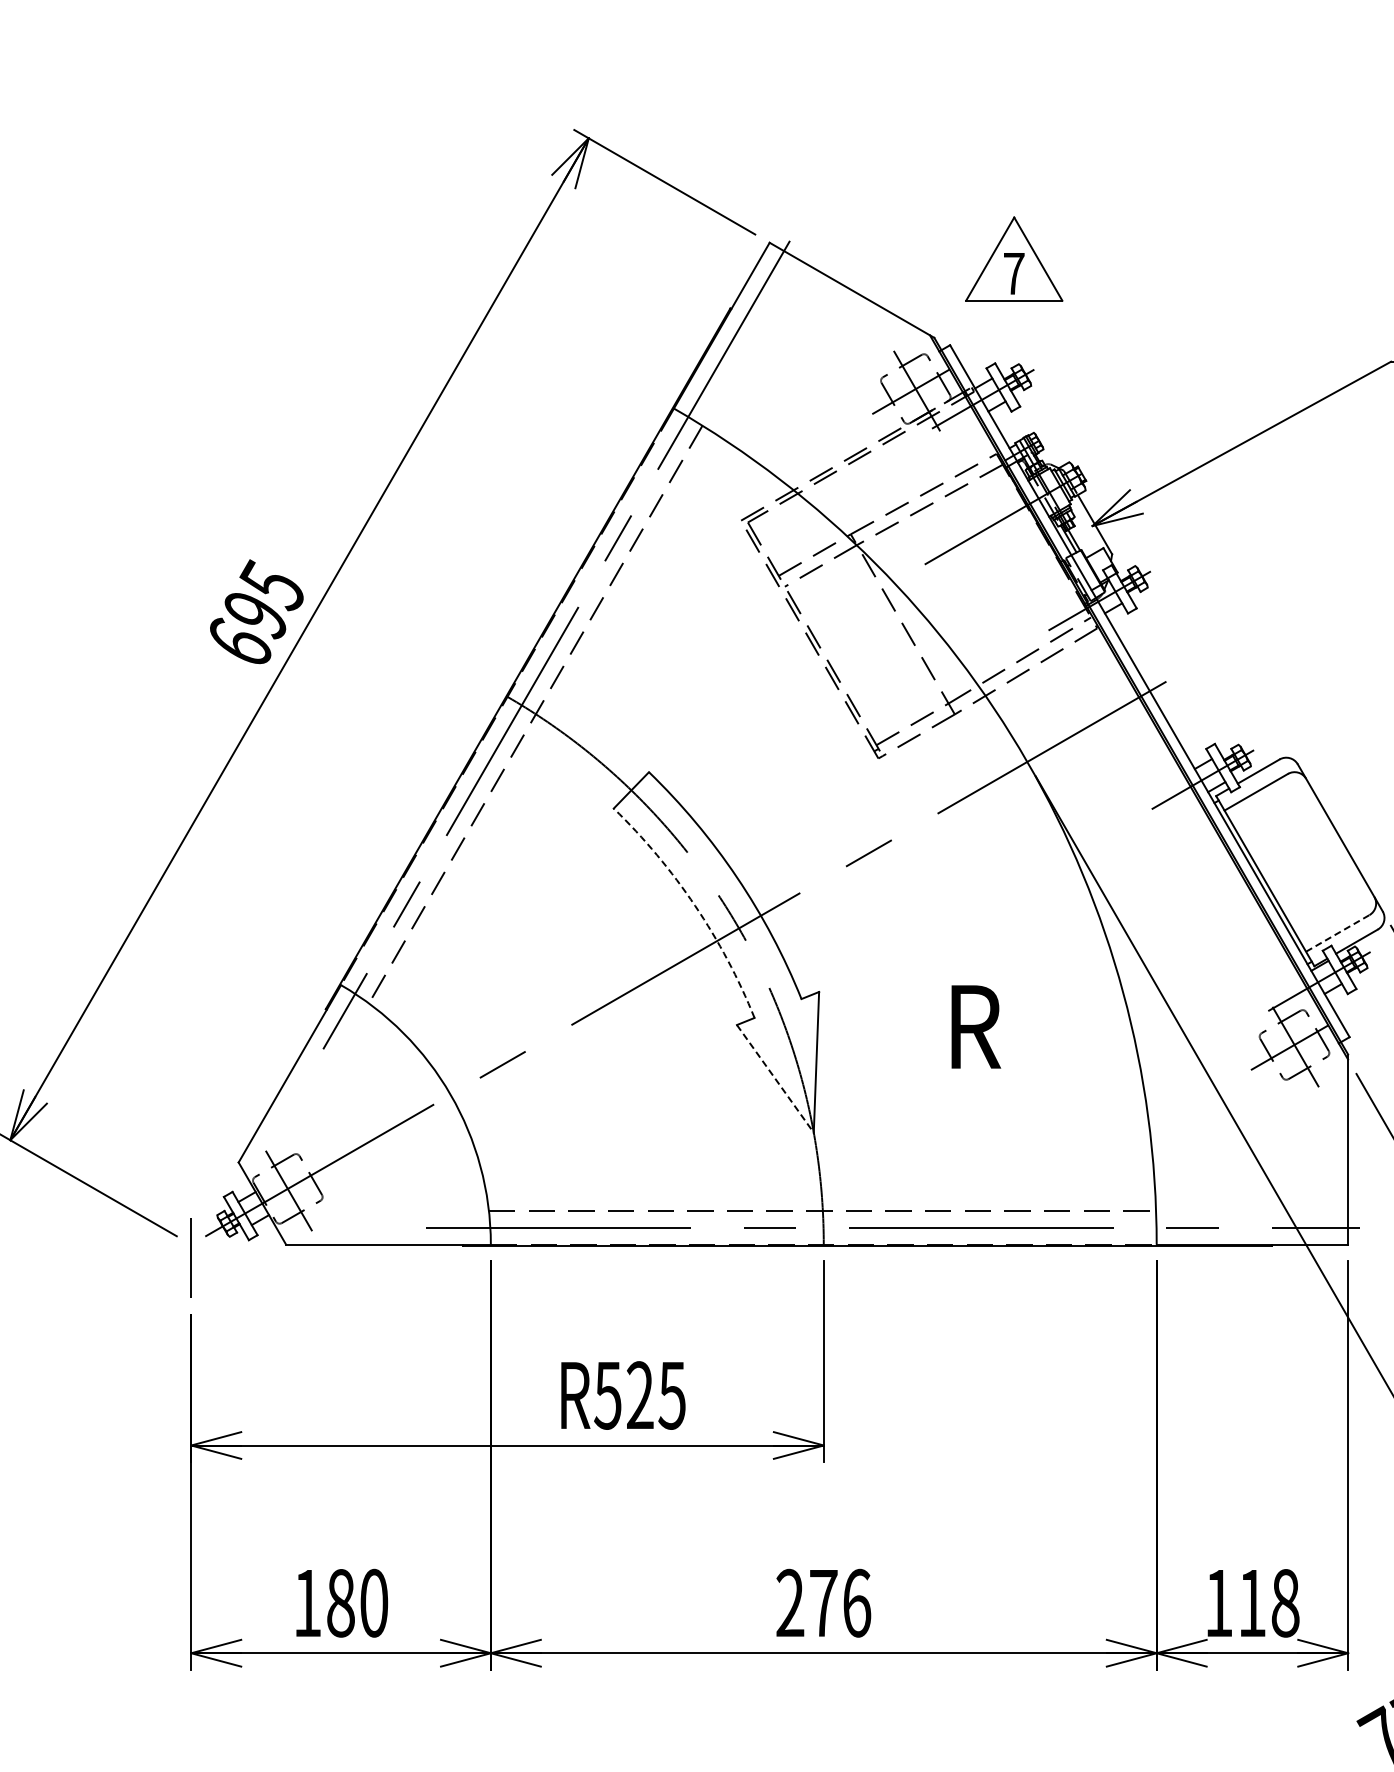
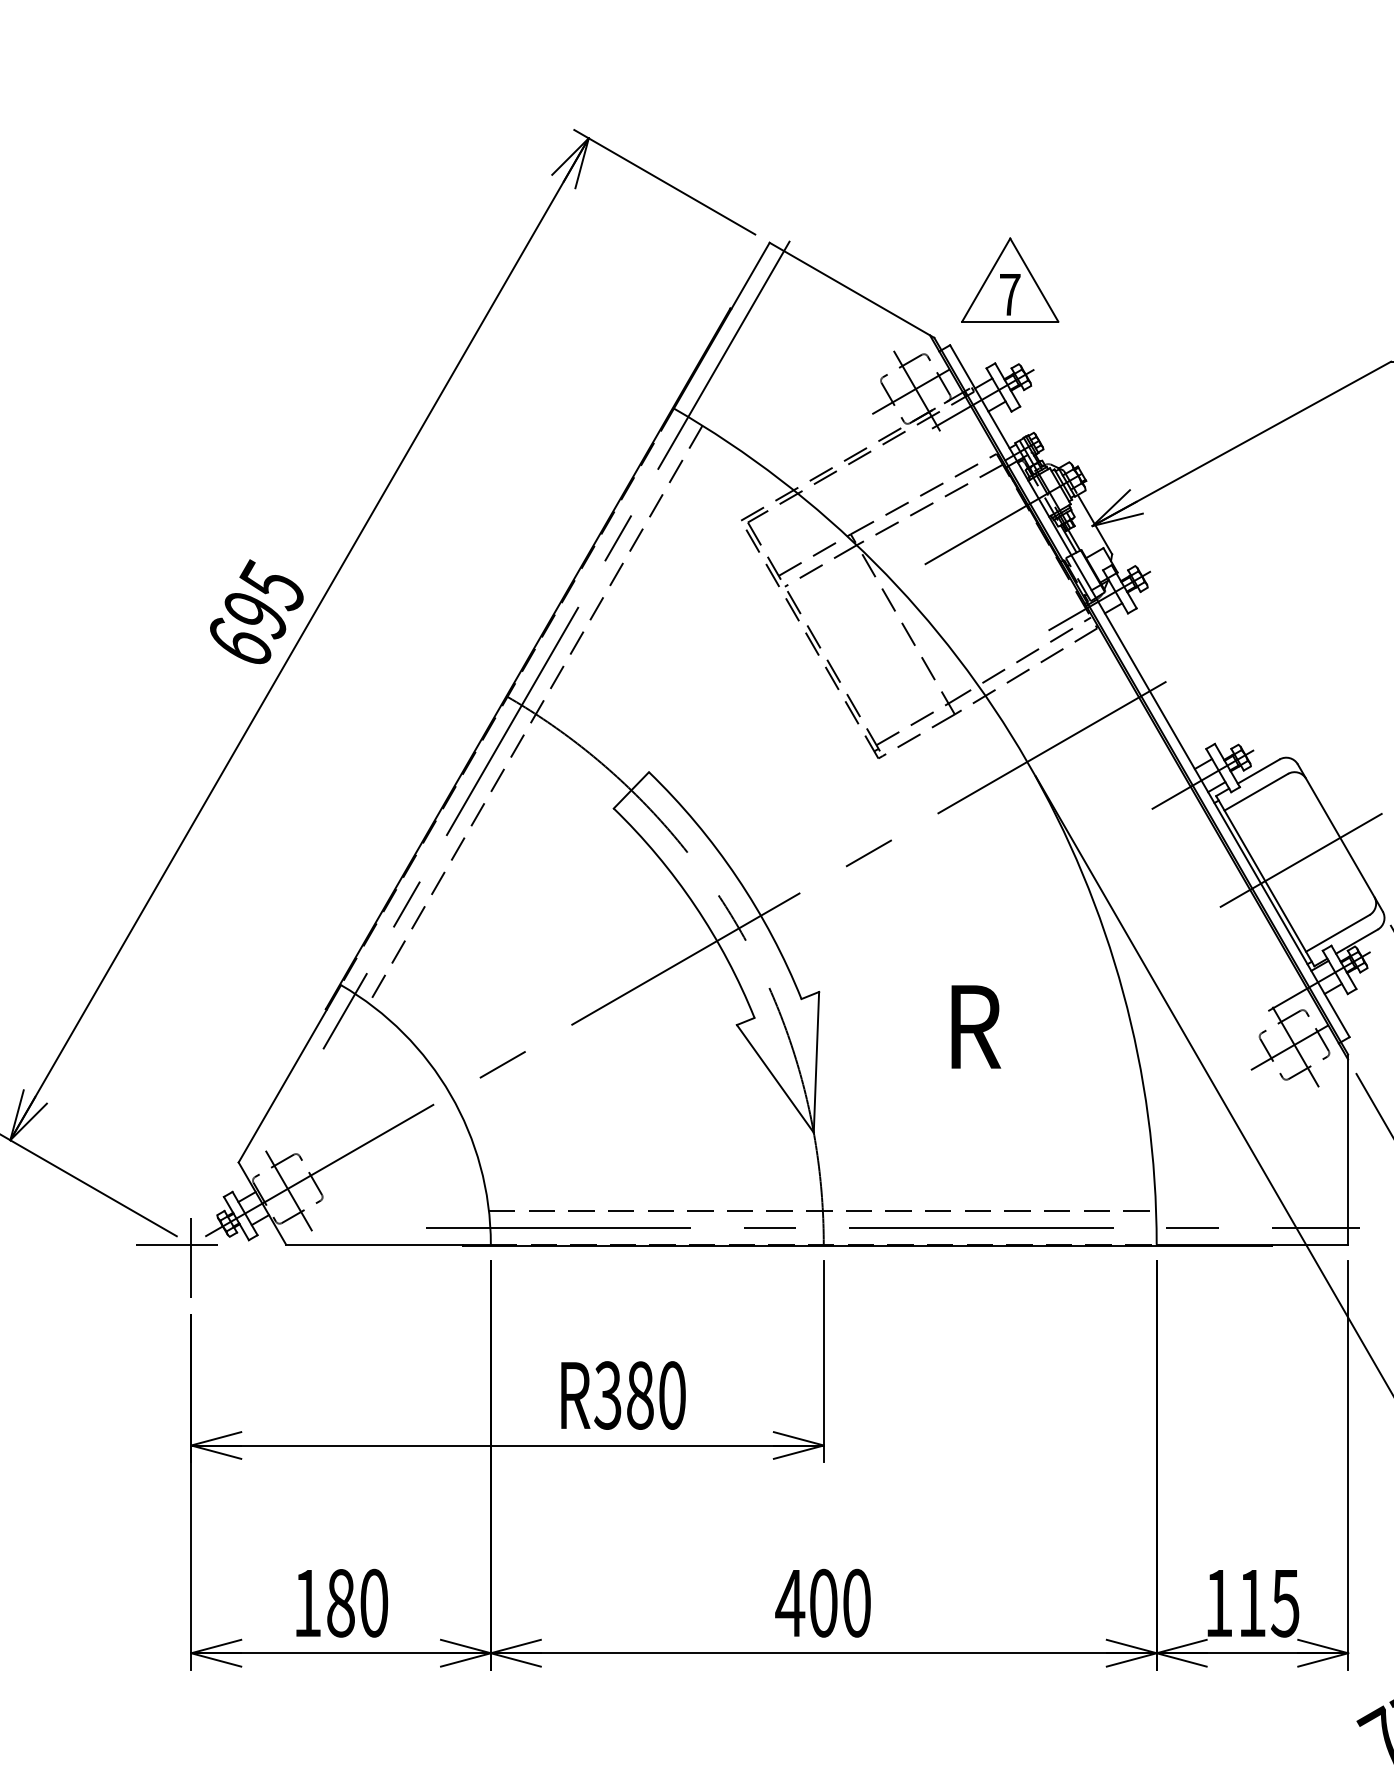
part at (1014, 258) position: (1014, 258) -> (1010, 279)
line at (1300, 860): none -> present
arc at (695, 905): dashed -> solid
line at (1337, 933): dashed -> solid
line at (775, 1079): dashed -> solid
line at (176, 1244): none -> present
text at (639, 1395): R525 -> R380
text at (823, 1602): 276 -> 400
text at (1285, 1603): 118 -> 115
